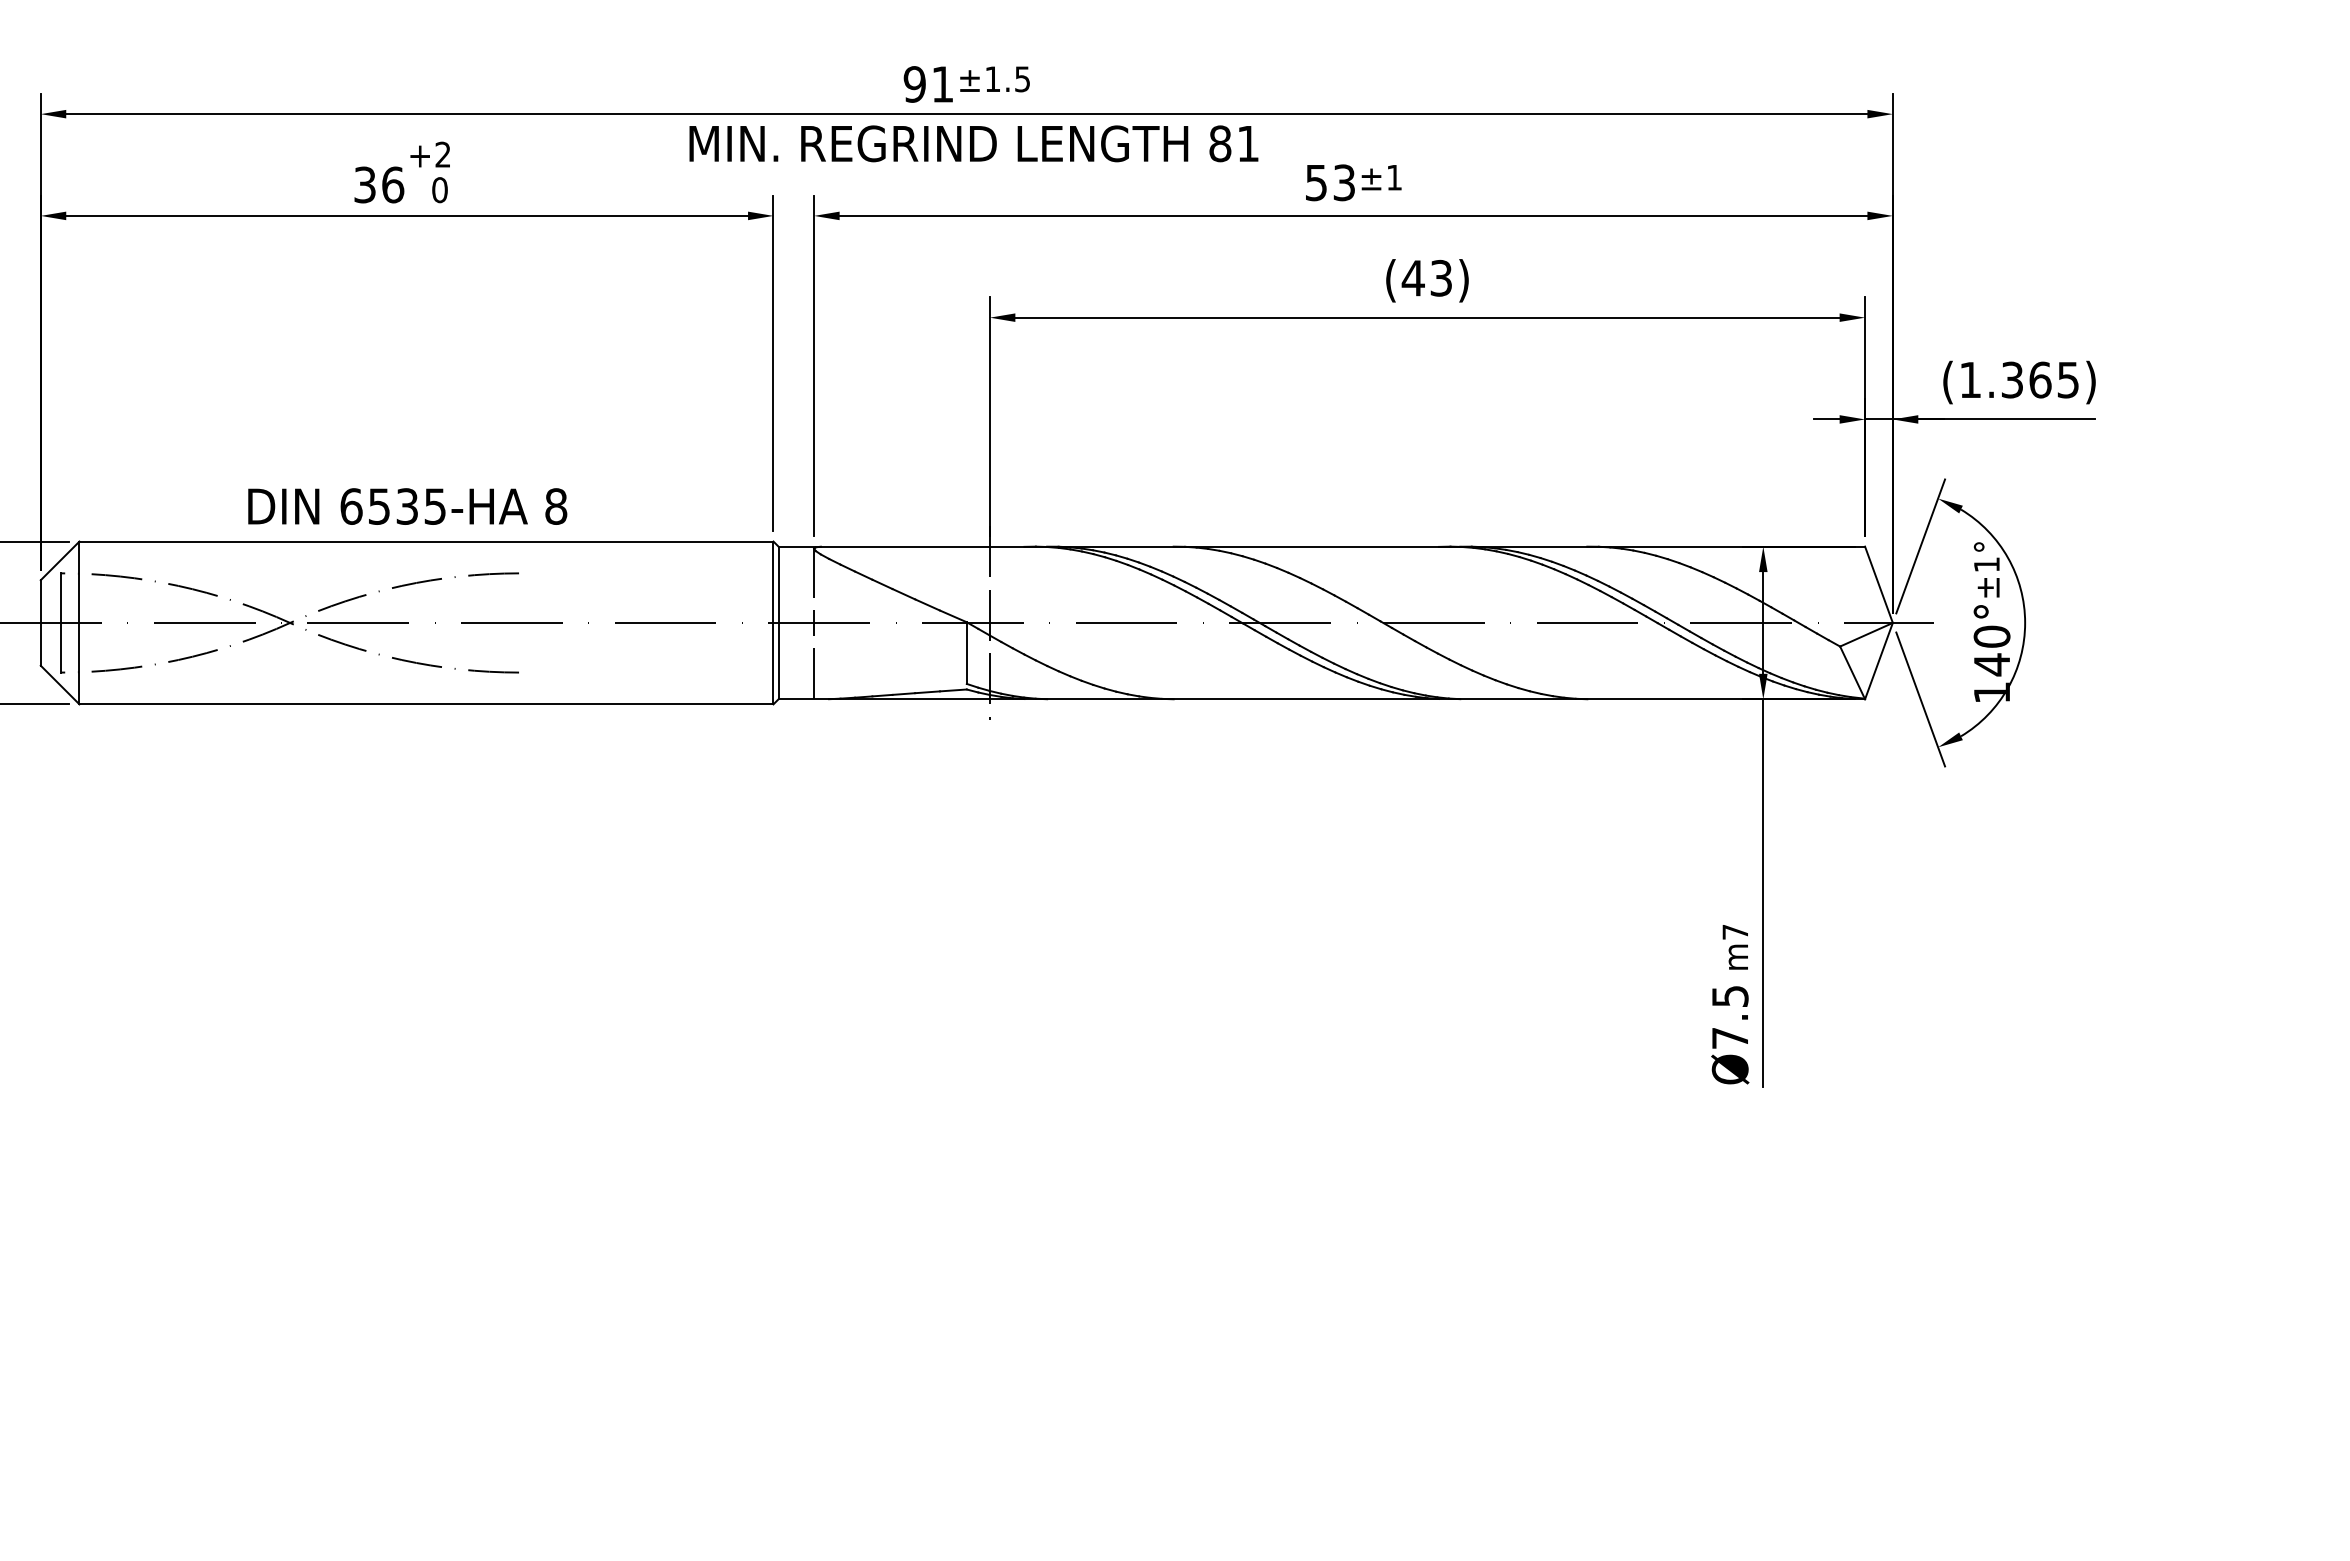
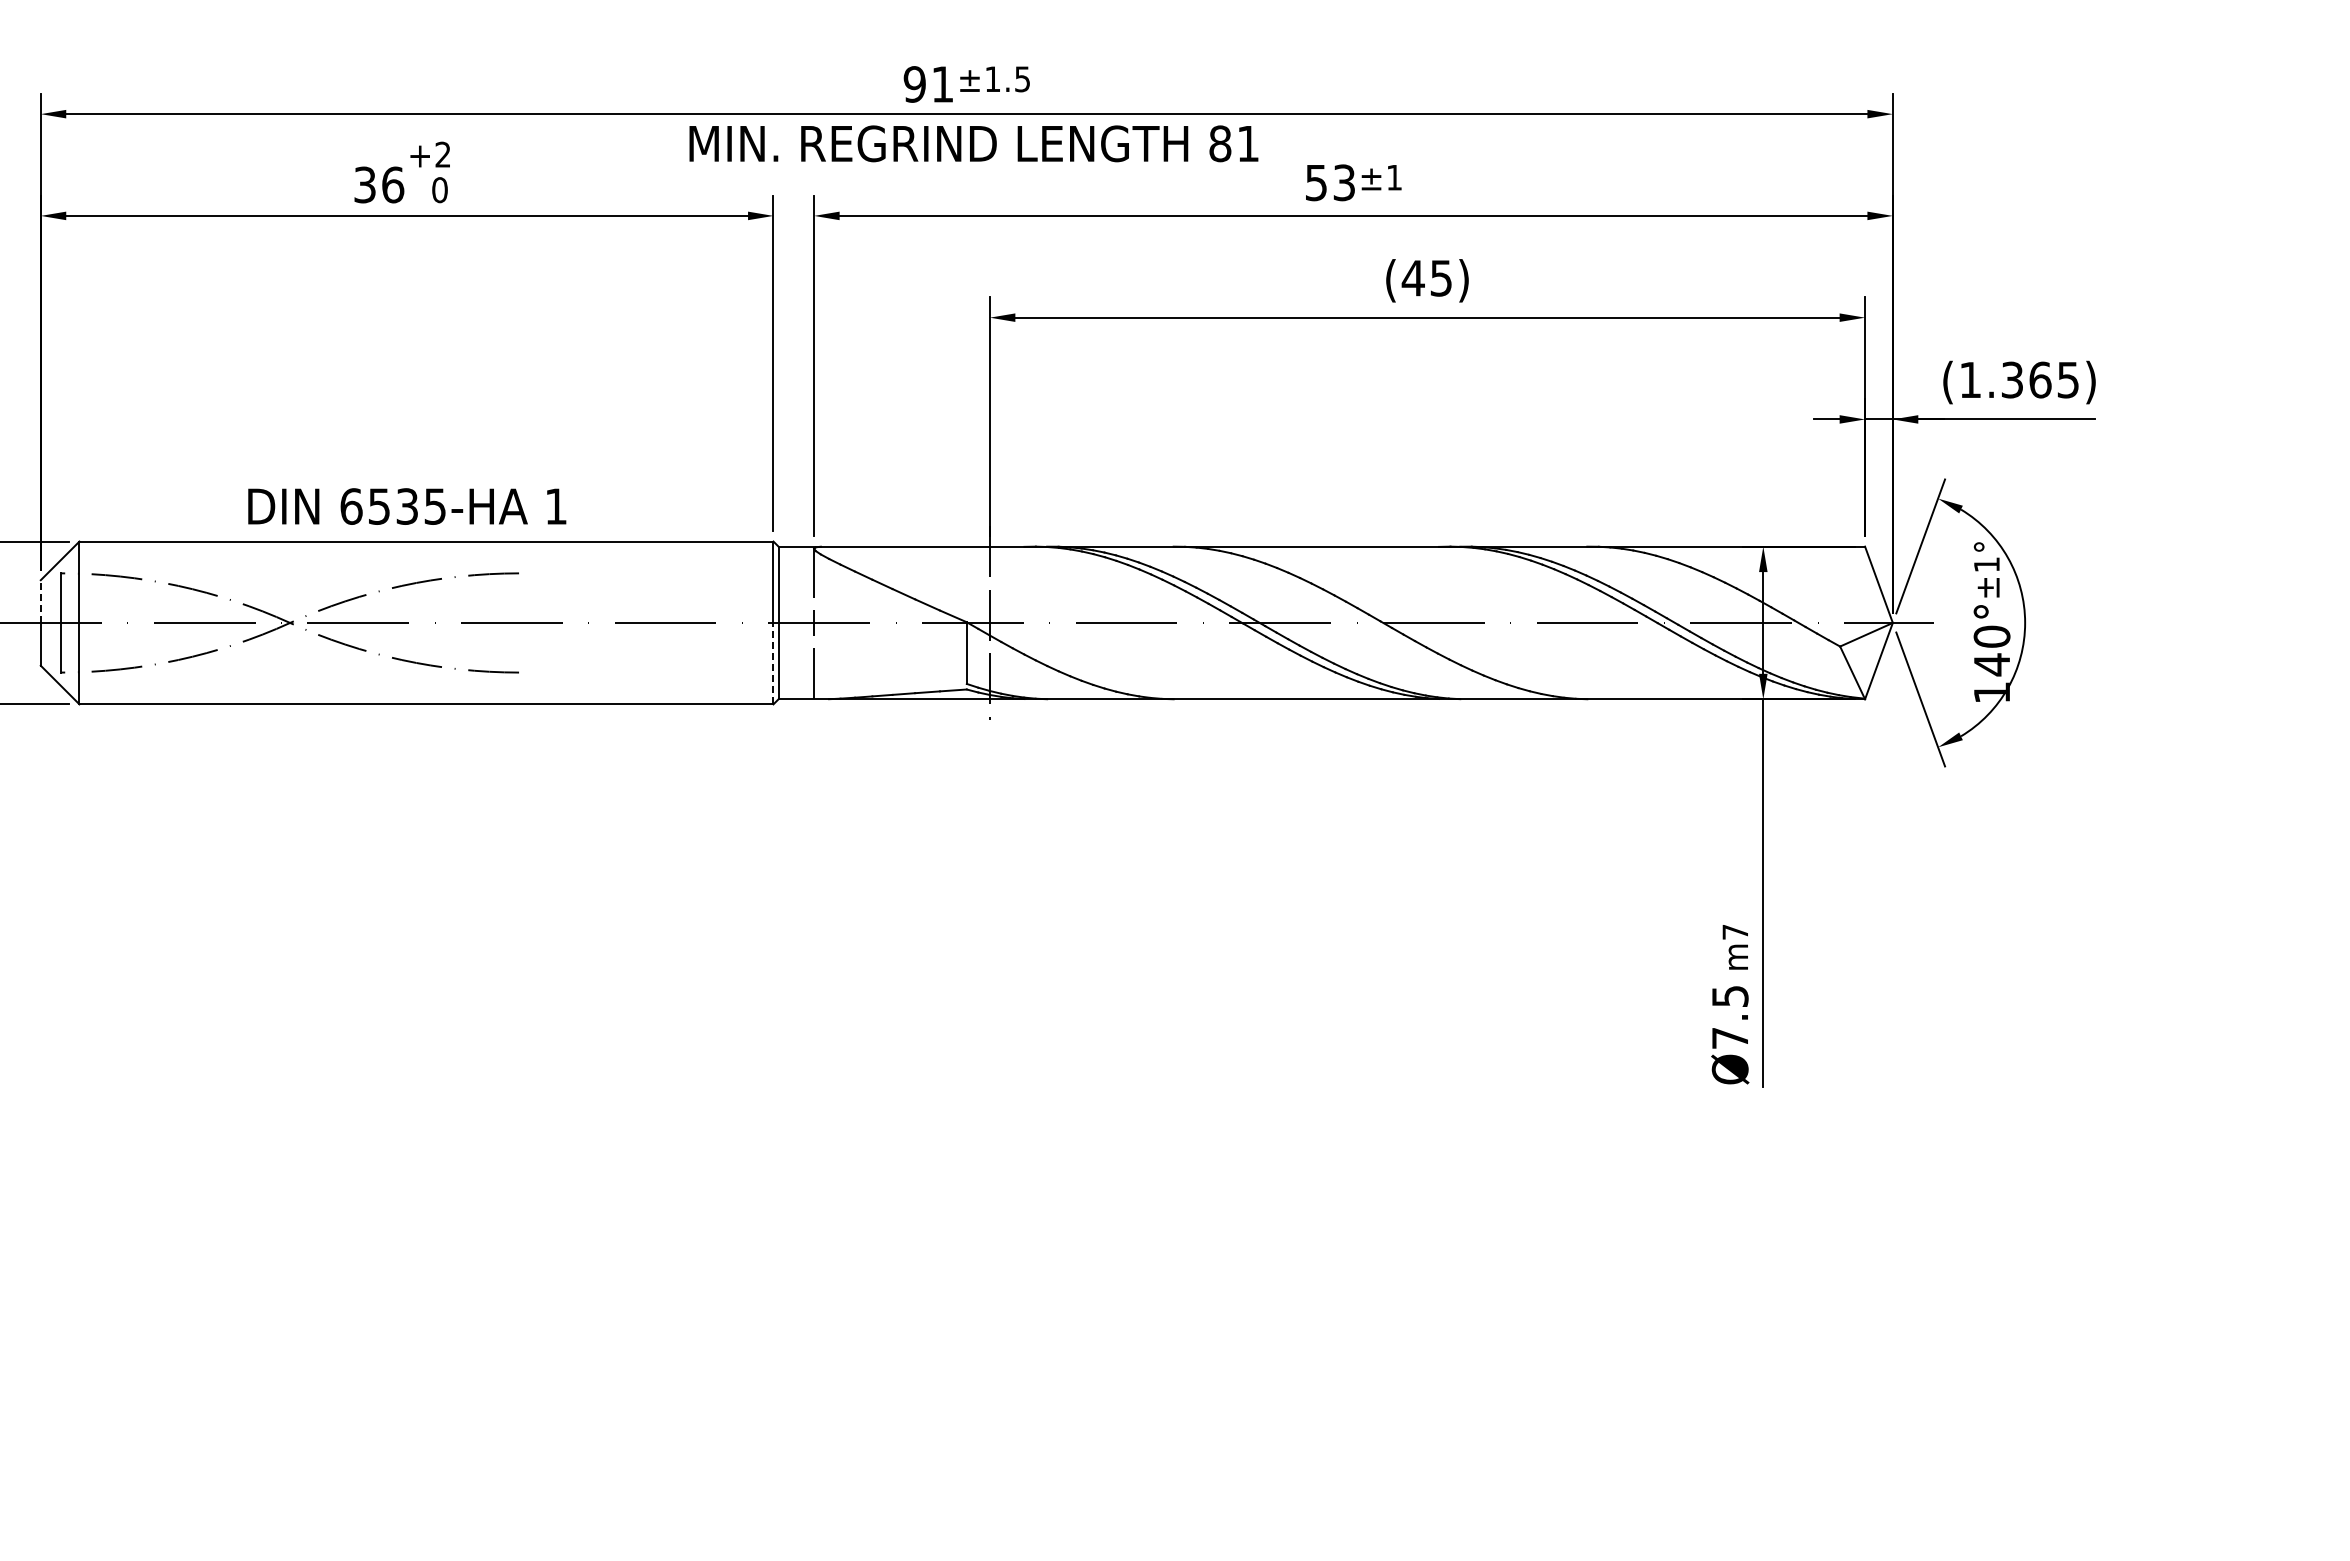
text at (1441, 277): (43) -> (45)
text at (556, 506): 8 -> 1
line at (40, 601): solid -> dashed
line at (773, 663): solid -> dashed
